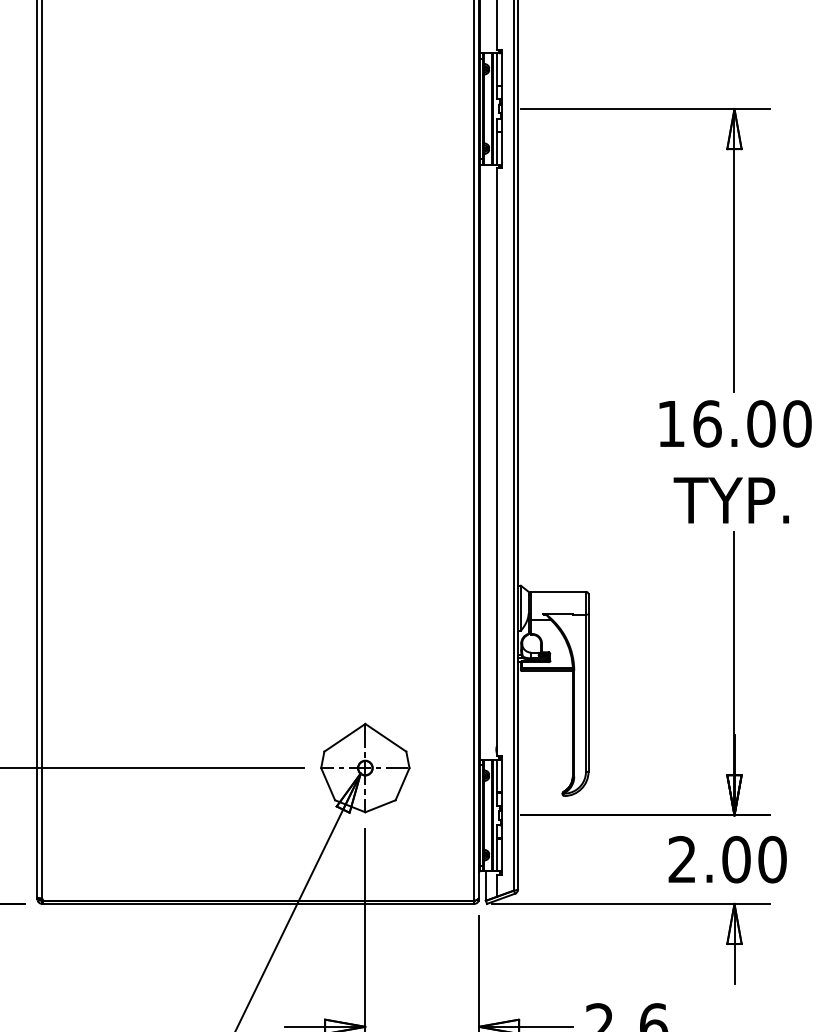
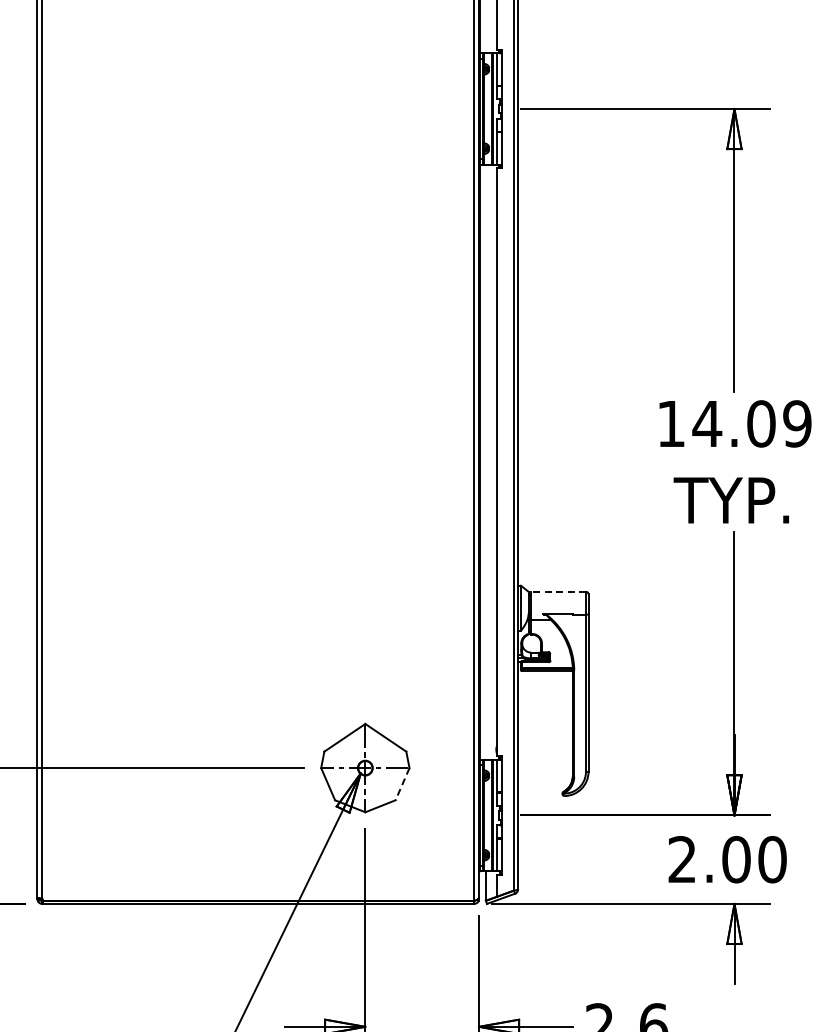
text at (751, 423): 16.00 -> 14.09
line at (558, 591): solid -> dashed
line at (402, 784): solid -> dashed
